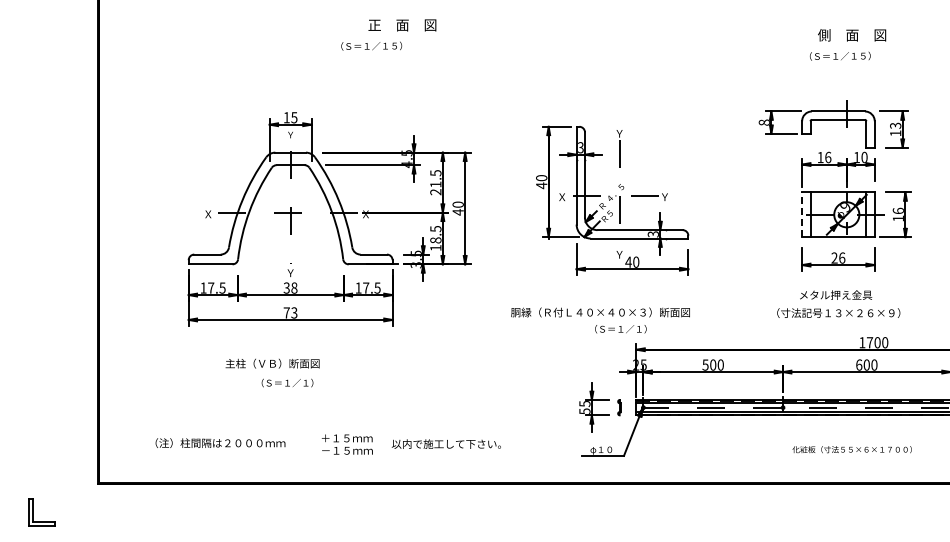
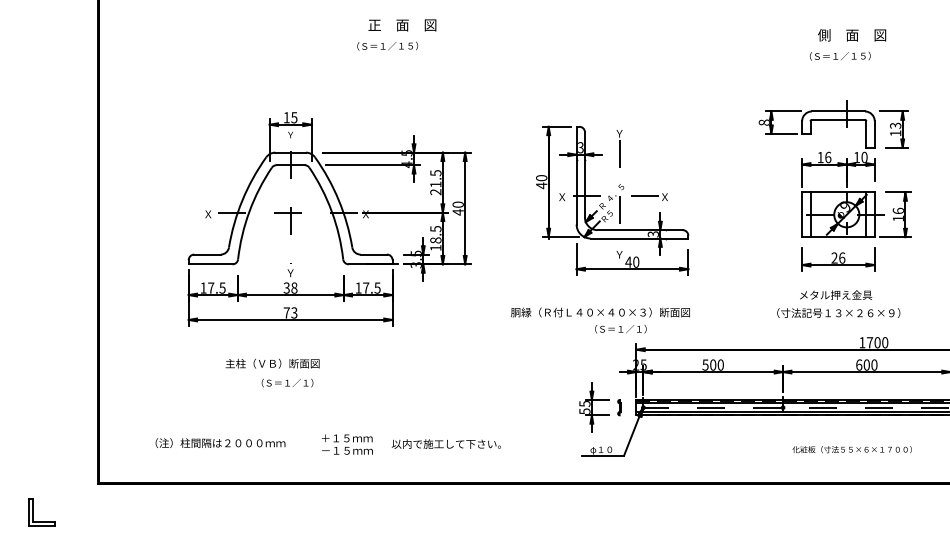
text at (371, 45) position: (371, 45) -> (387, 45)
text at (664, 197): Ｙ -> Ｘ
line at (802, 214): dashed -> solid
